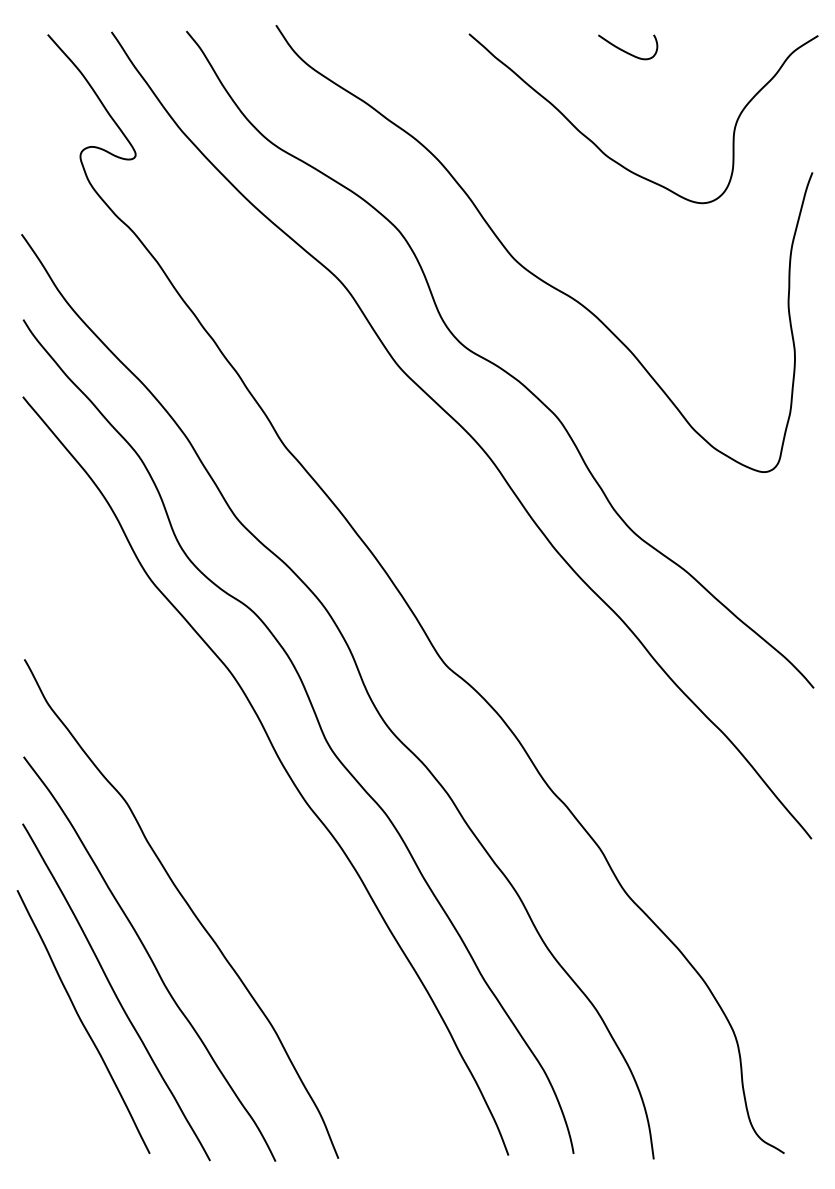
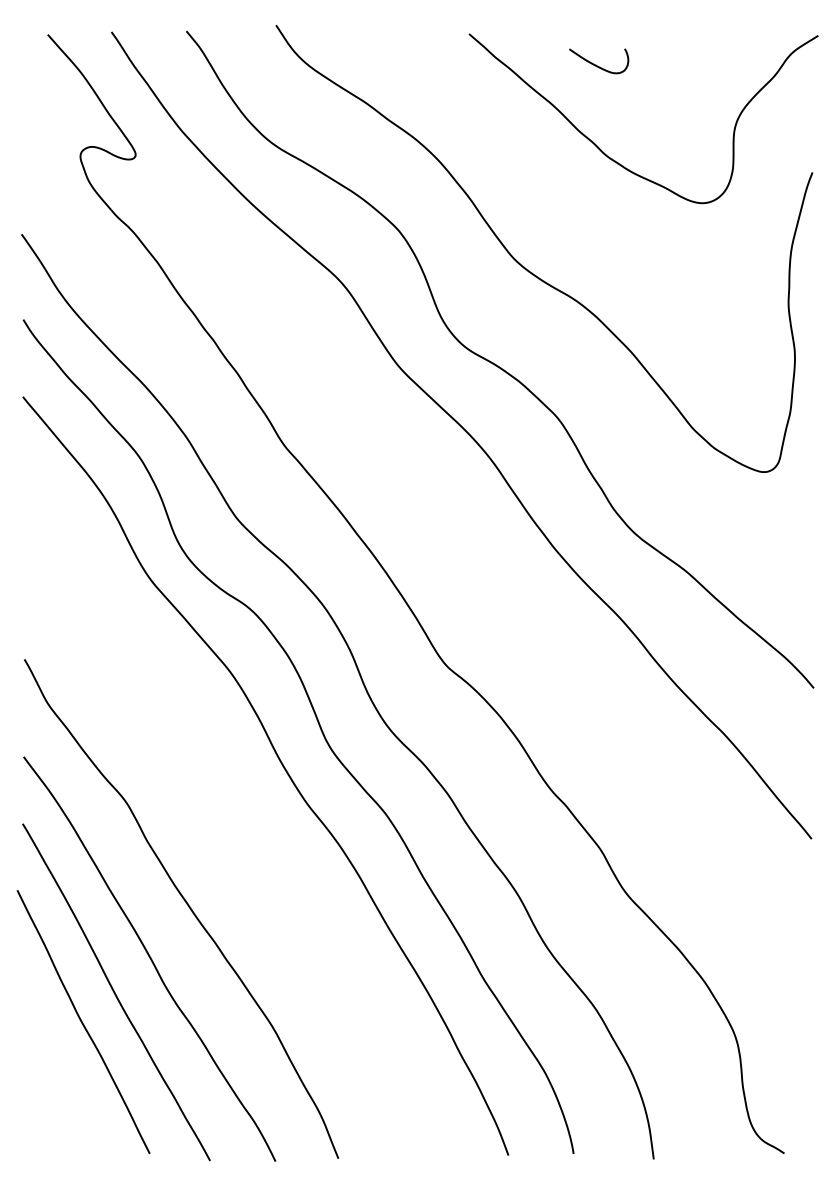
curve at (626, 51) position: (626, 51) -> (597, 65)
